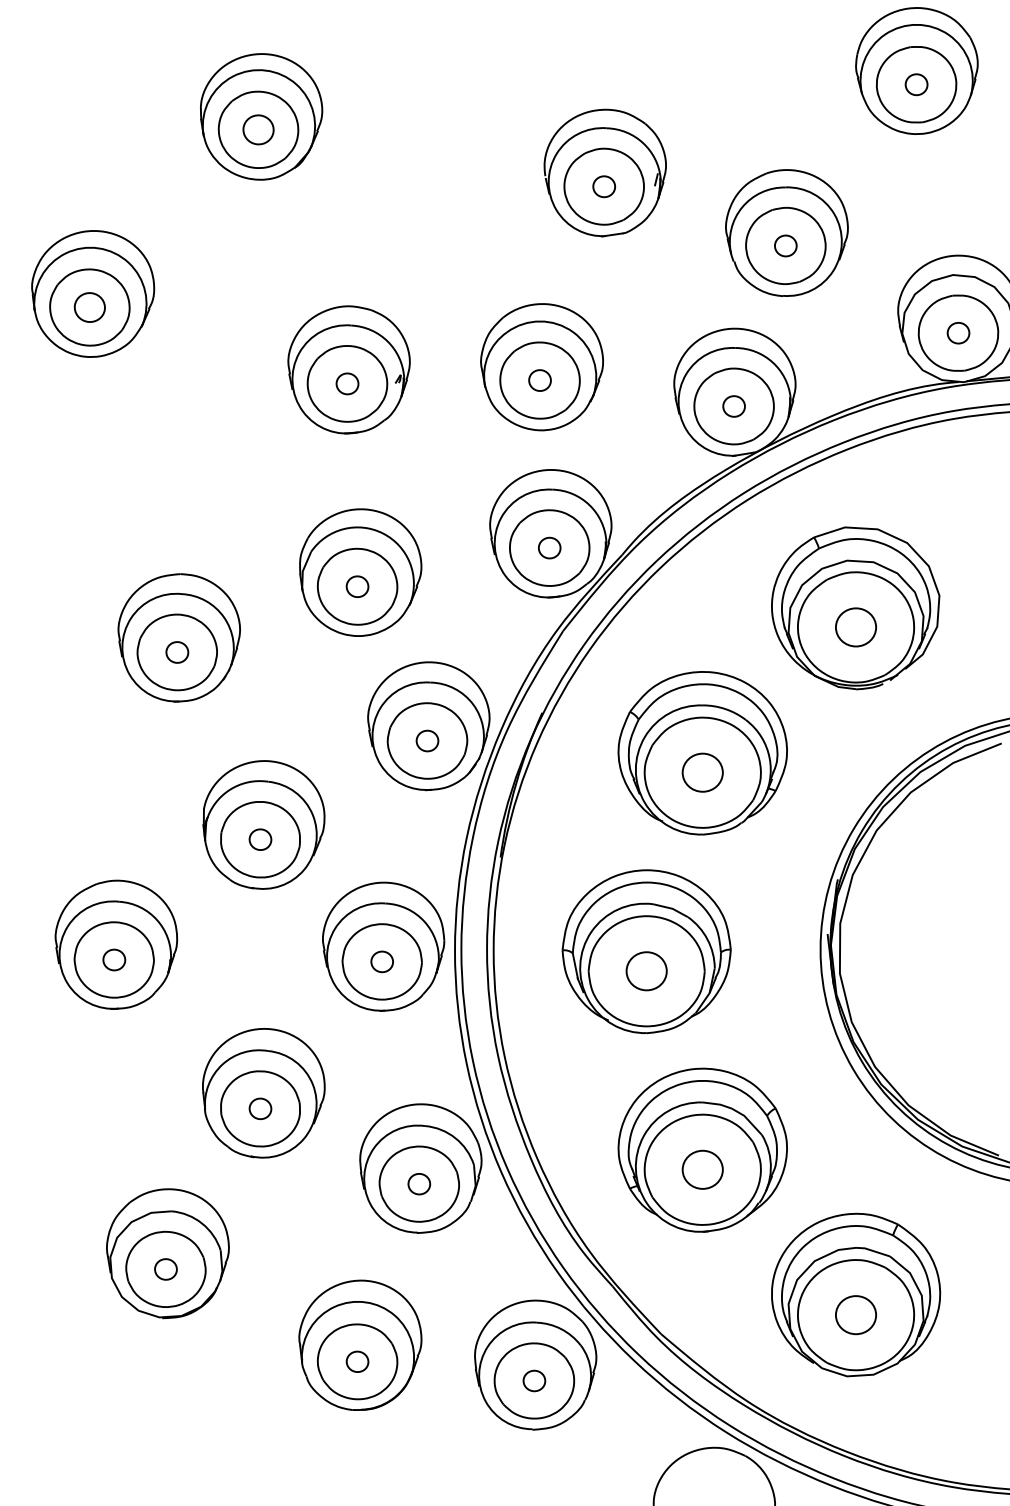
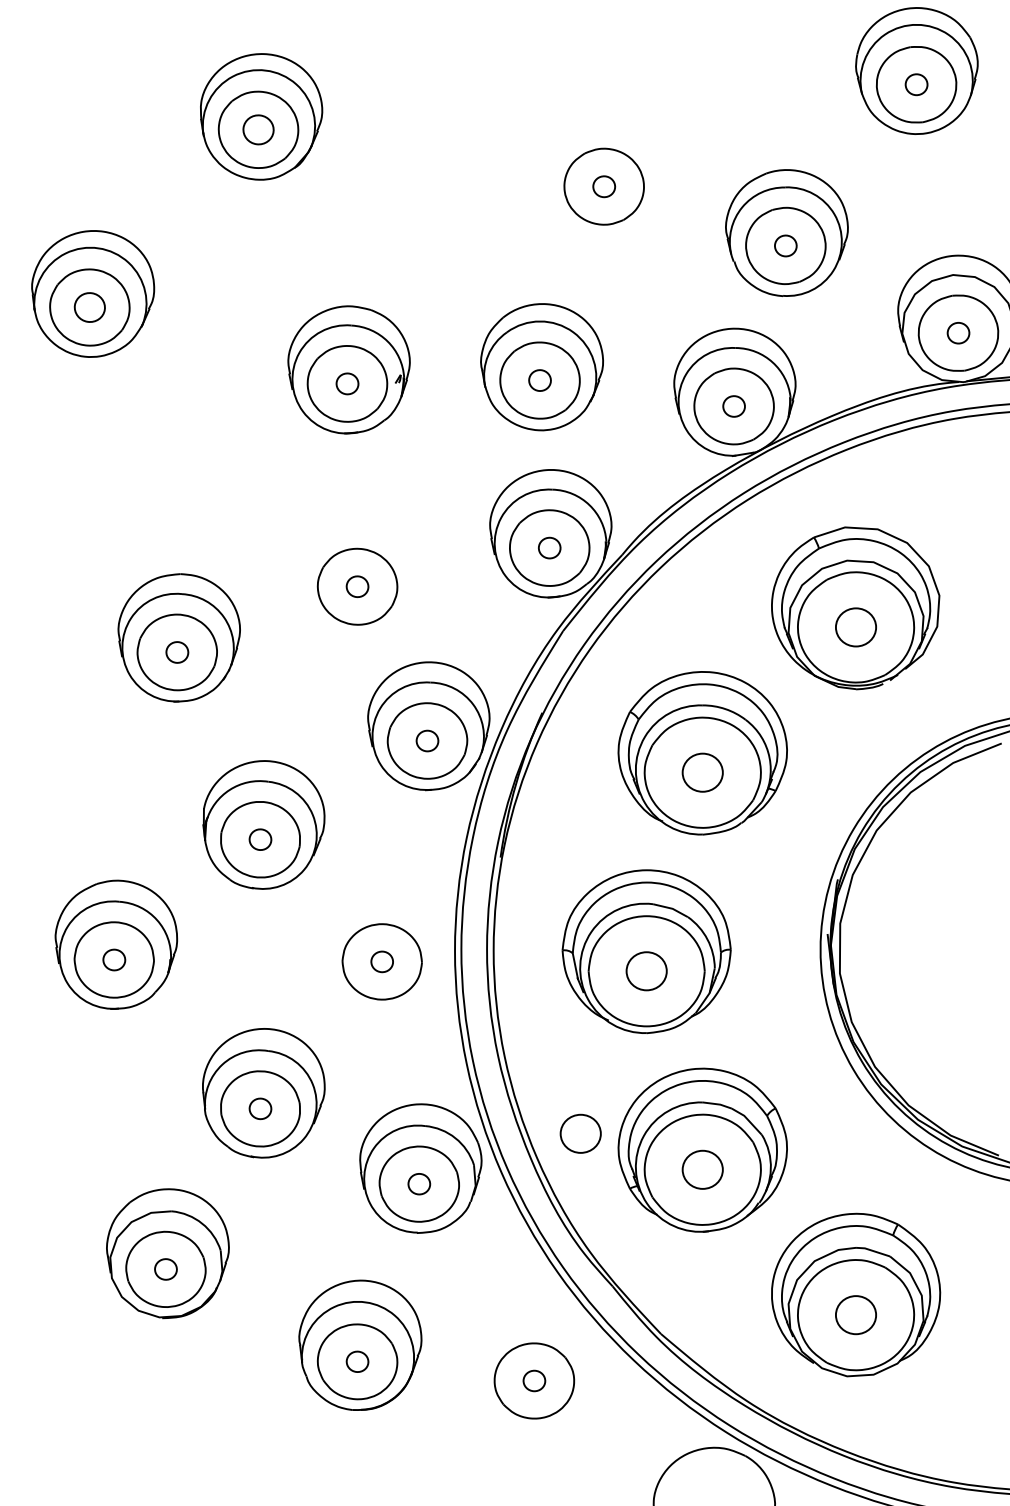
part at (604, 172): present -> none
part at (360, 572): present -> none
part at (383, 946): present -> none
part at (580, 1133): none -> present
part at (535, 1364): present -> none
